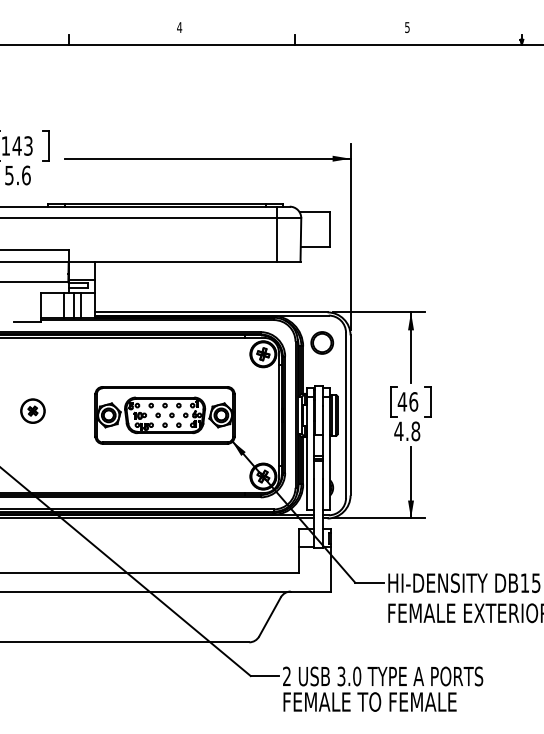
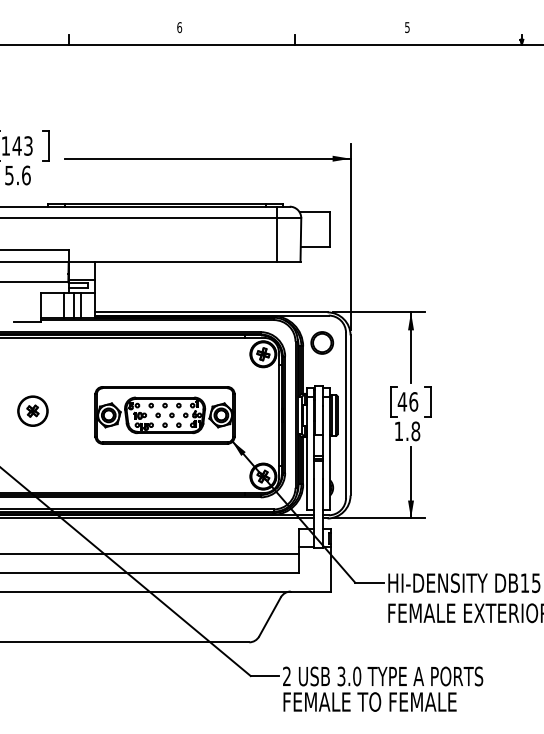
text at (179, 27): 4 -> 6
part at (32, 410) size: 26x26 px -> 32x32 px
text at (398, 430): 4.8 -> 1.8
line at (150, 554): none -> present
